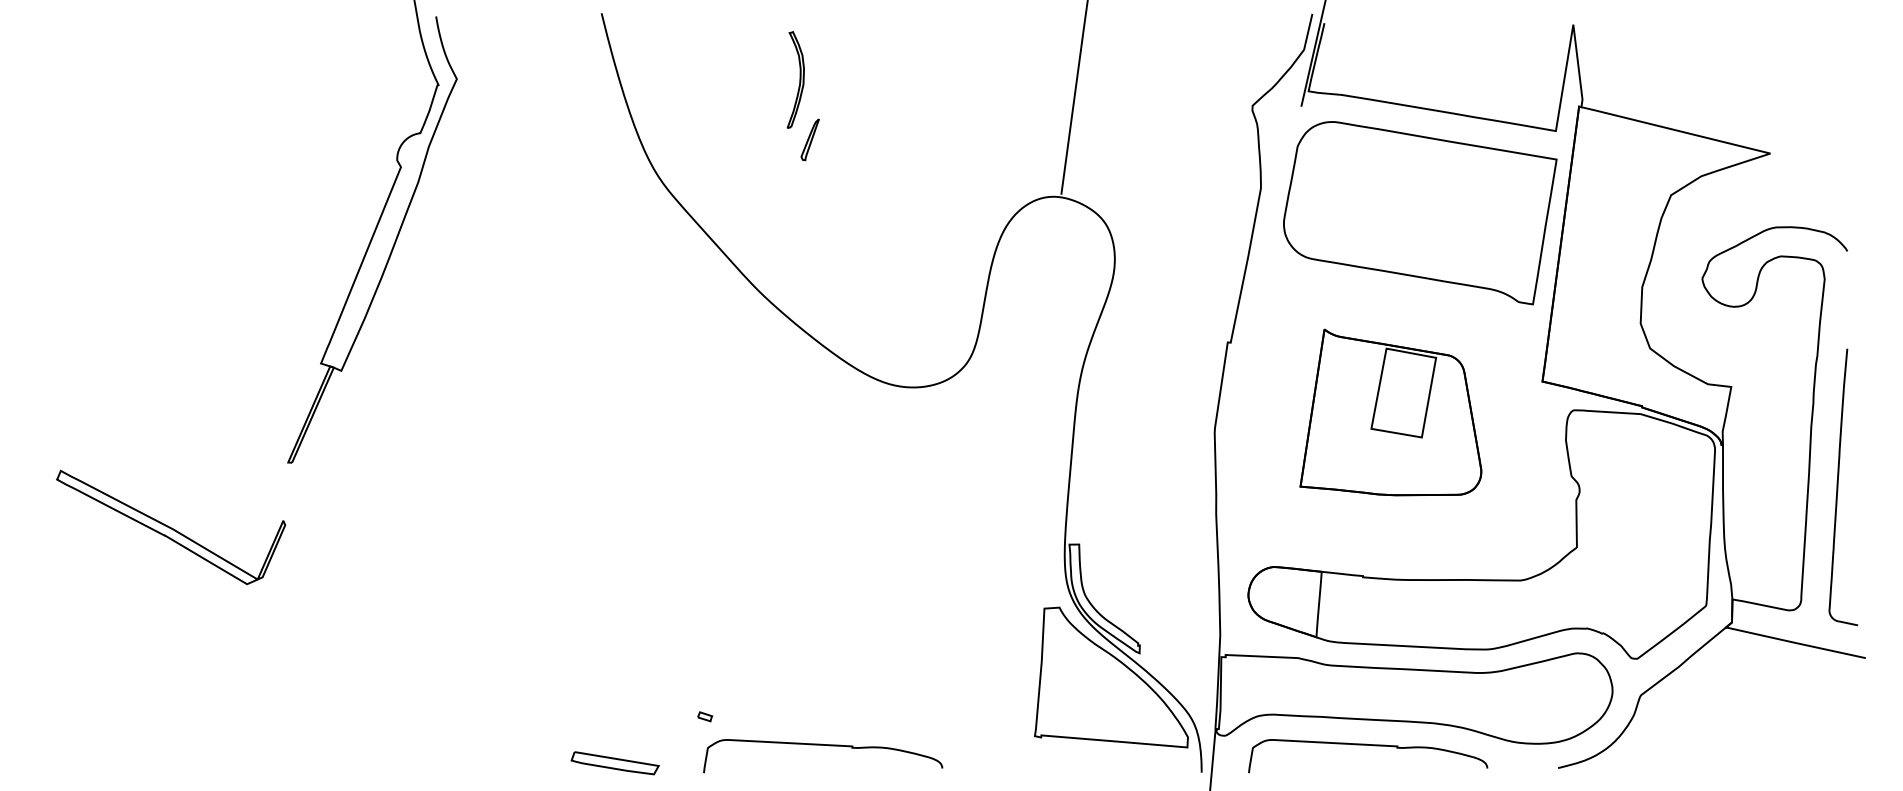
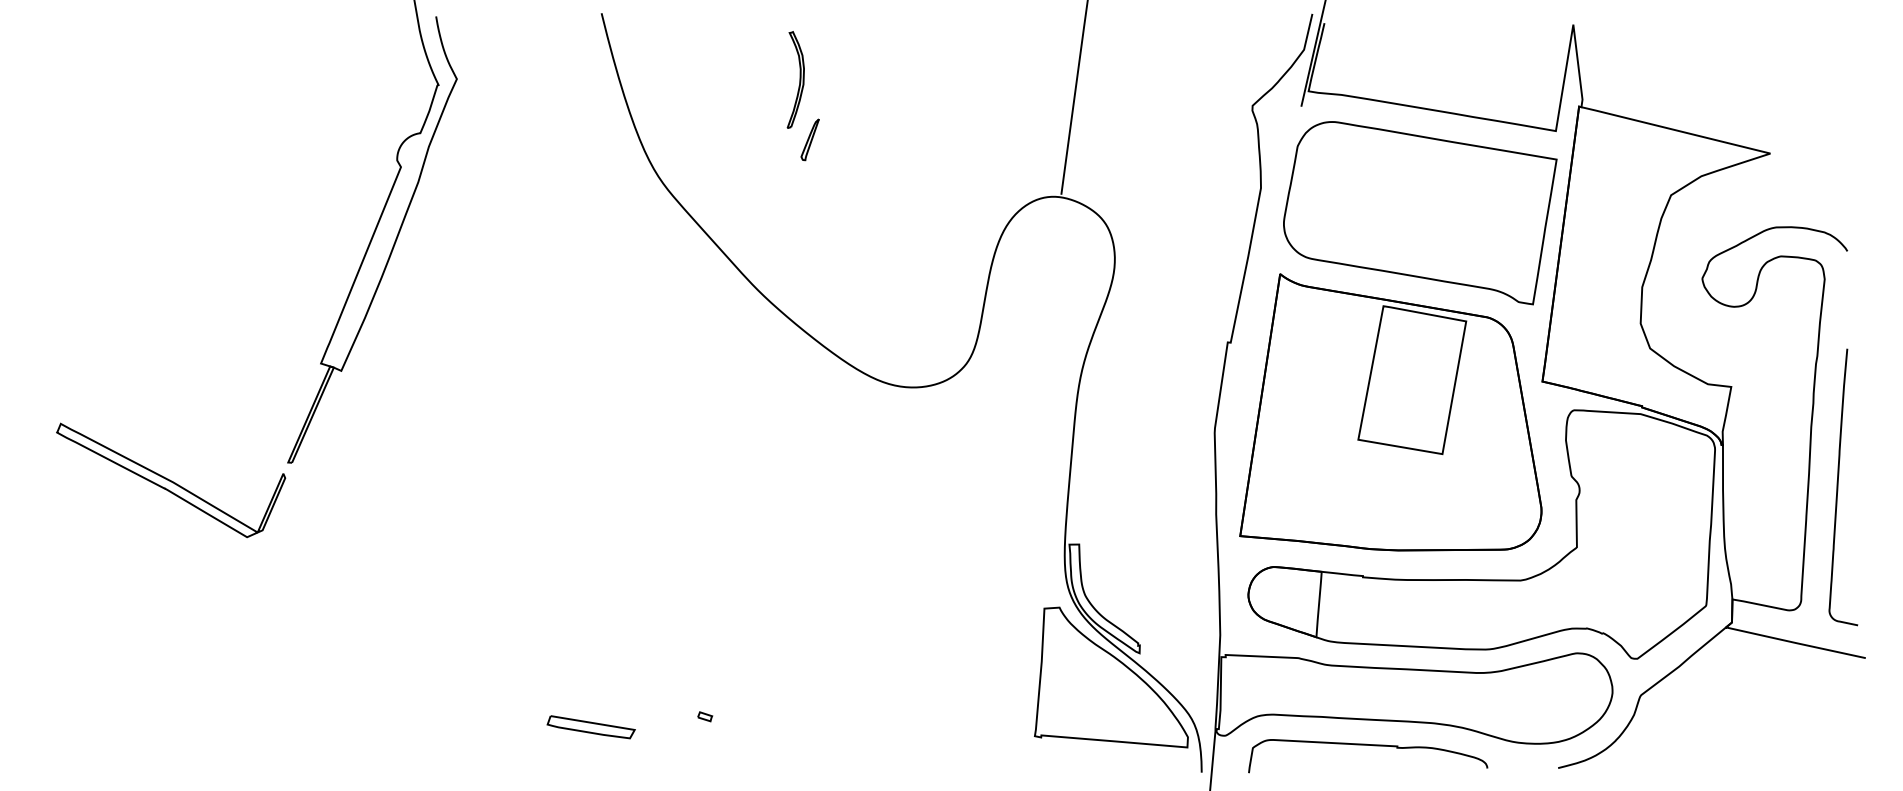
part at (1390, 412) size: 184x169 px -> 304x279 px
part at (171, 527) position: (171, 527) -> (171, 480)
curve at (823, 745): present -> none
part at (614, 763) position: (614, 763) -> (590, 727)
